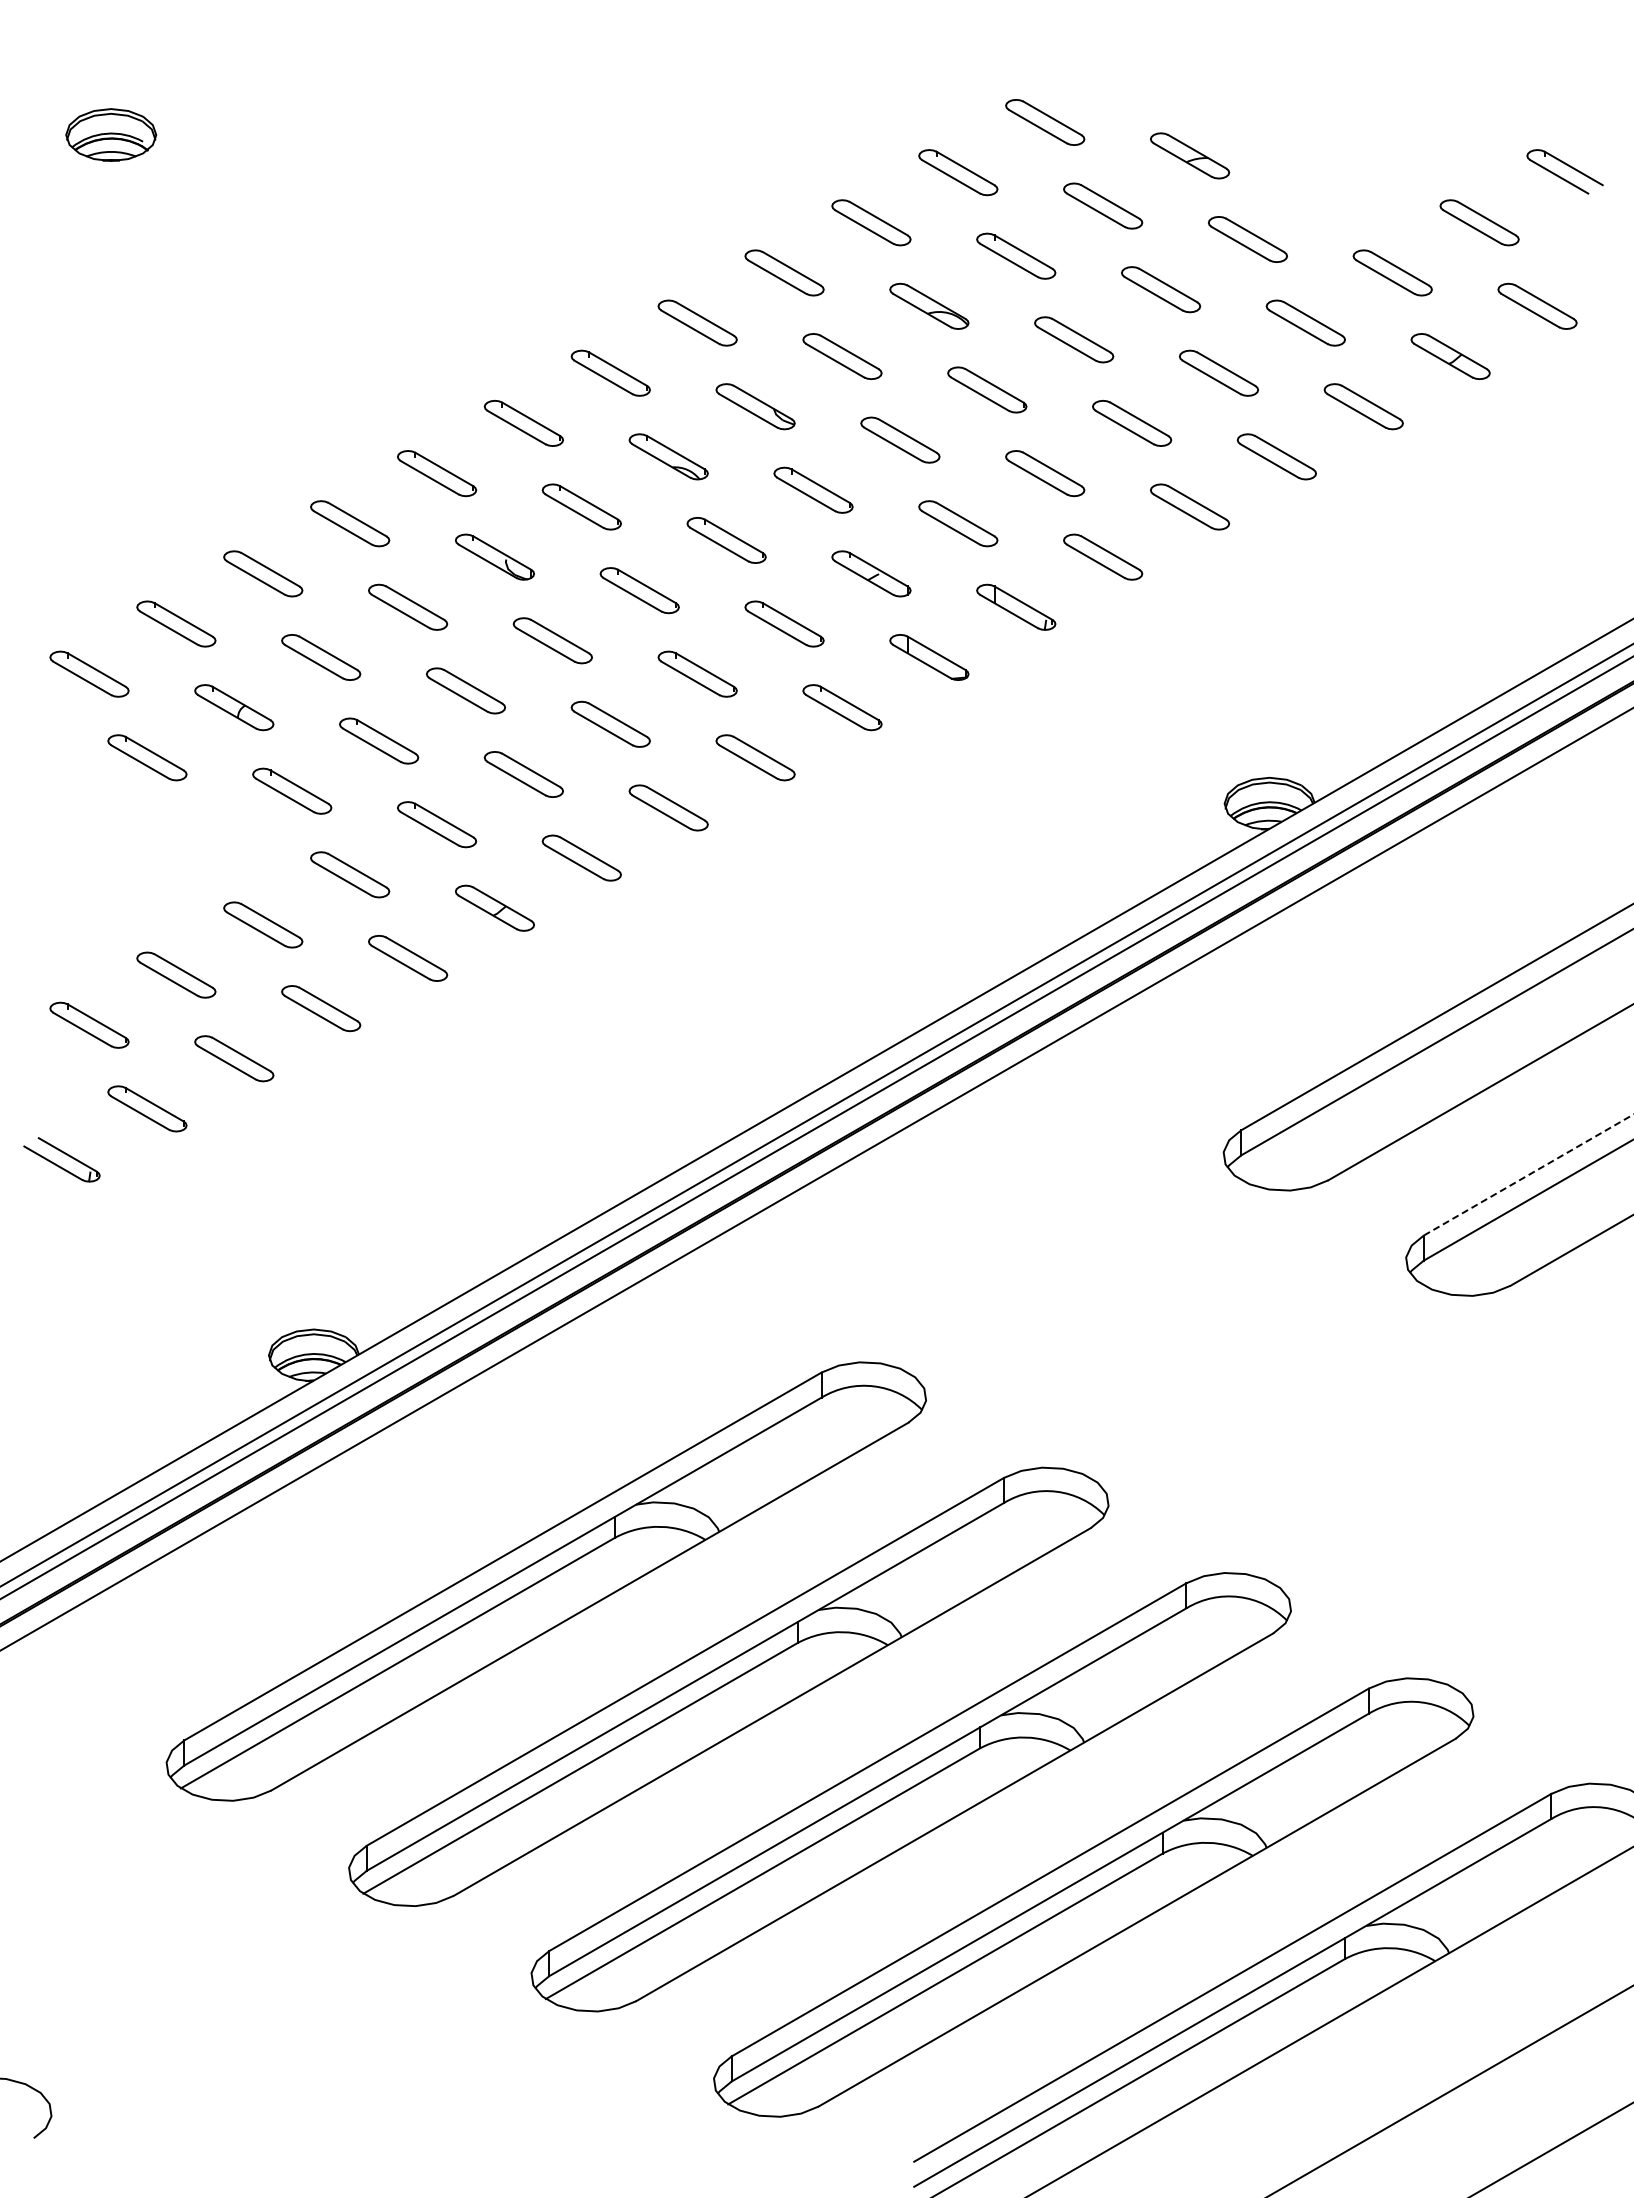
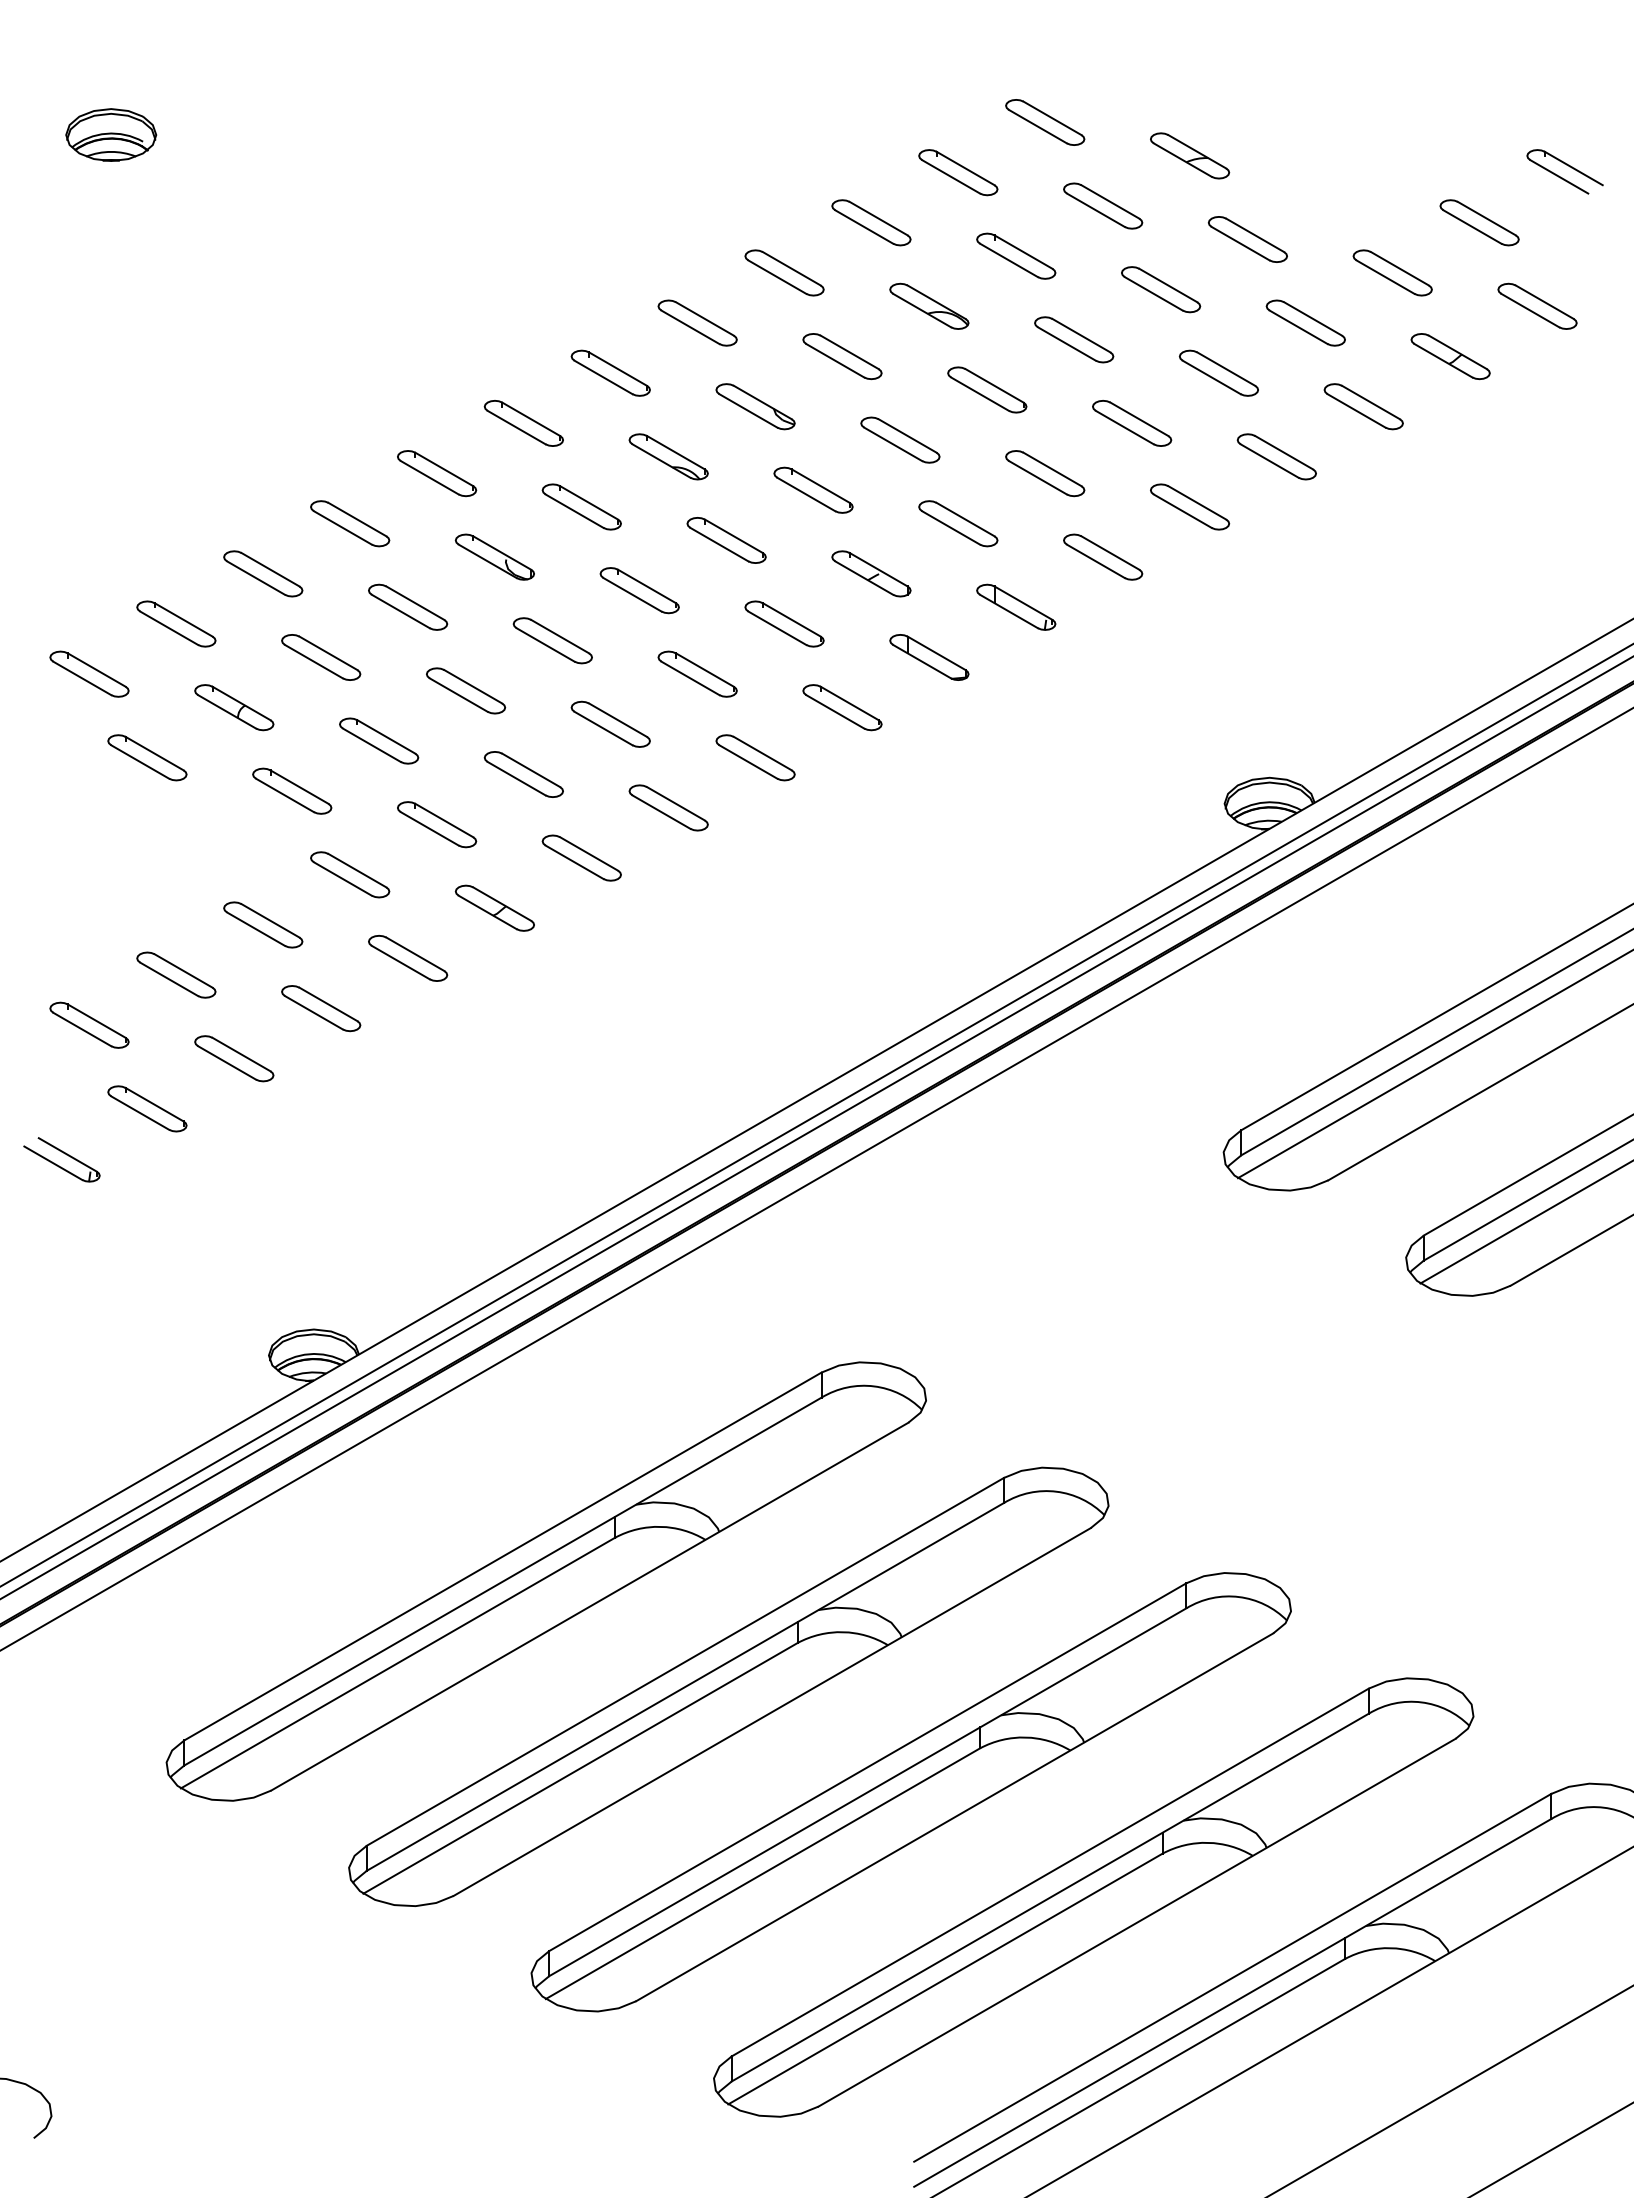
line at (1433, 1064): none -> present
line at (1528, 1175): dashed -> solid
line at (1525, 1222): none -> present
